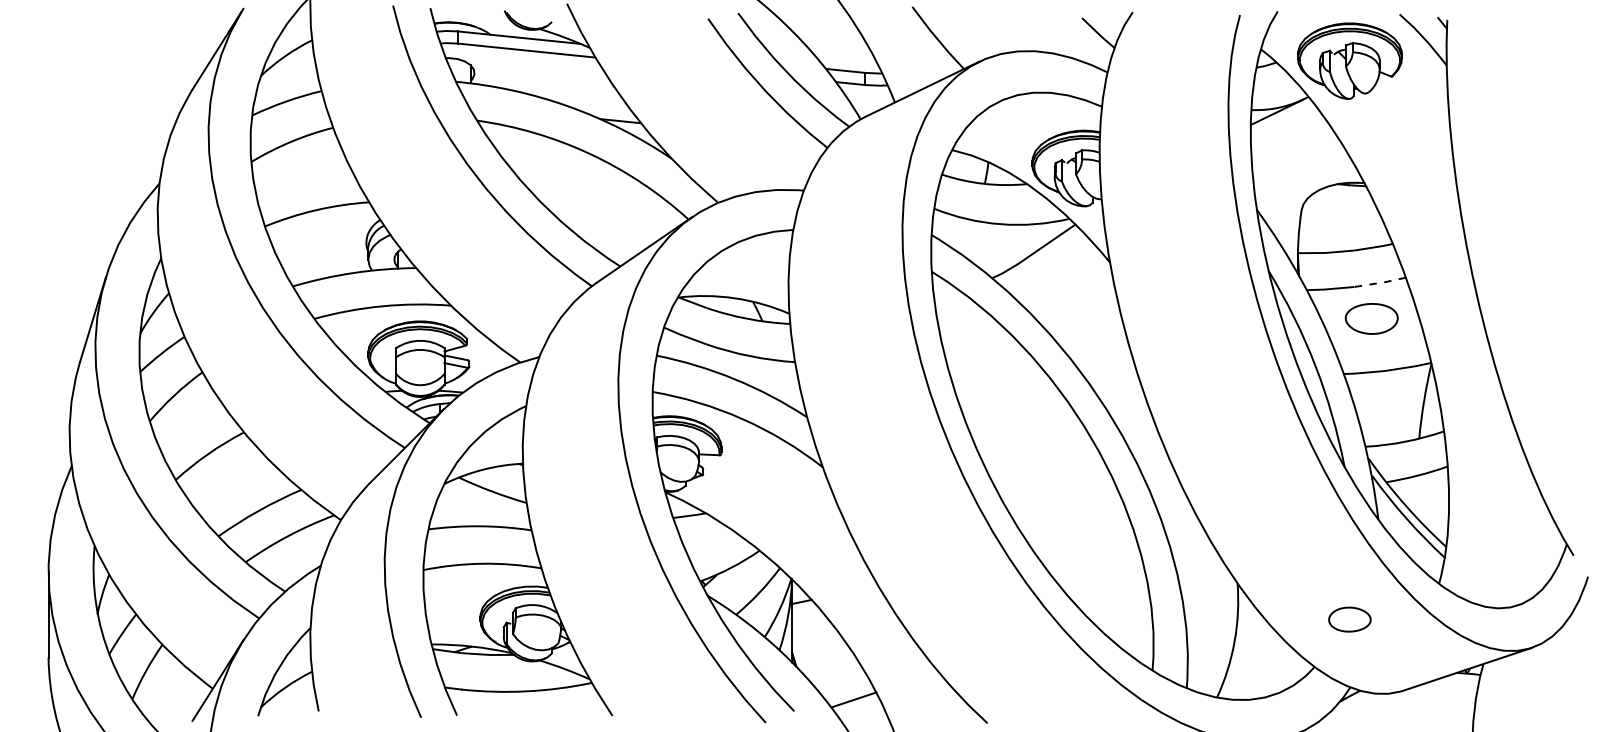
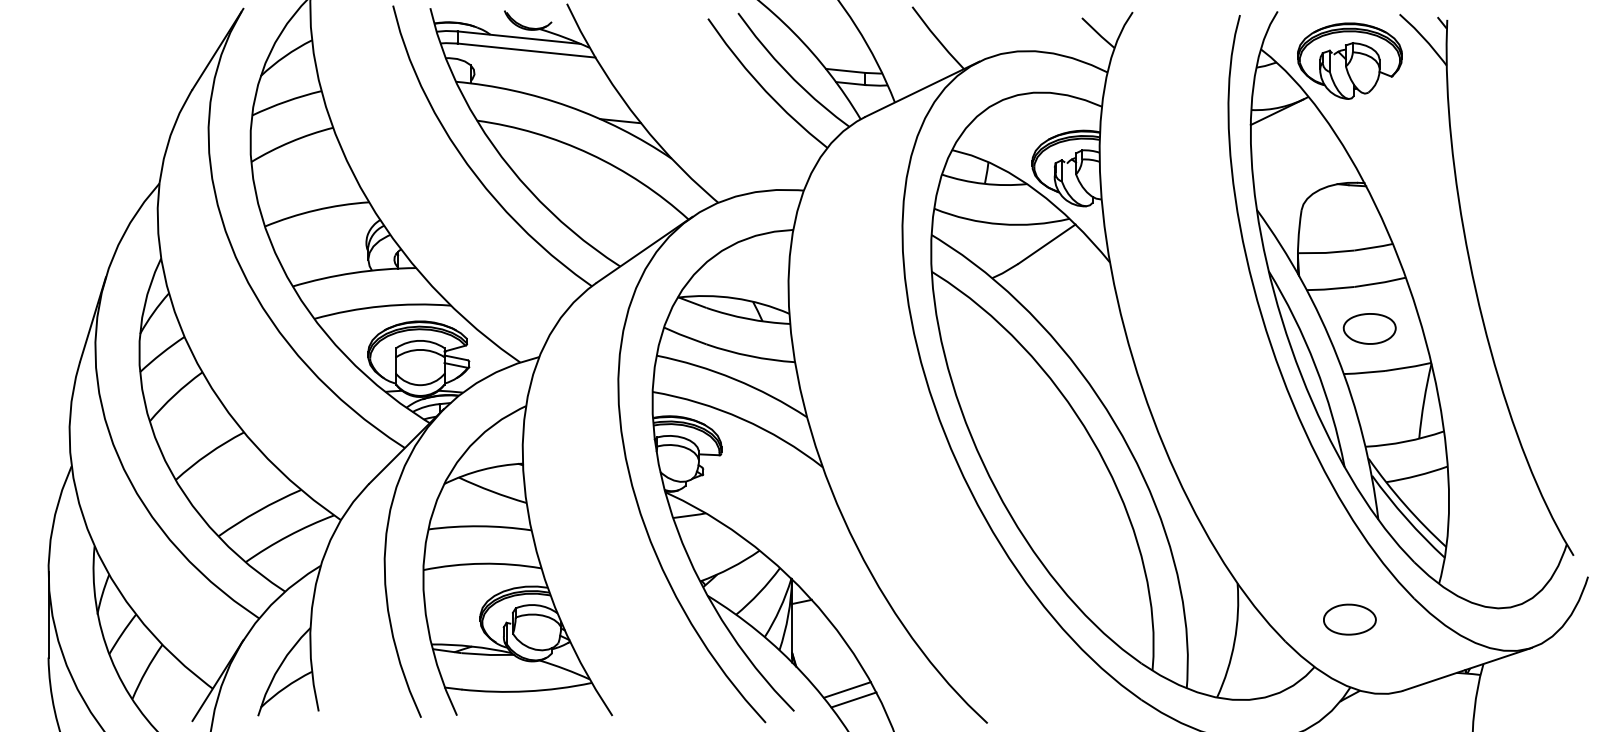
line at (1381, 282): dashed -> solid
part at (1371, 318) position: (1371, 318) -> (1369, 328)
part at (1349, 619) size: 44x27 px -> 54x33 px
line at (847, 689): none -> present
